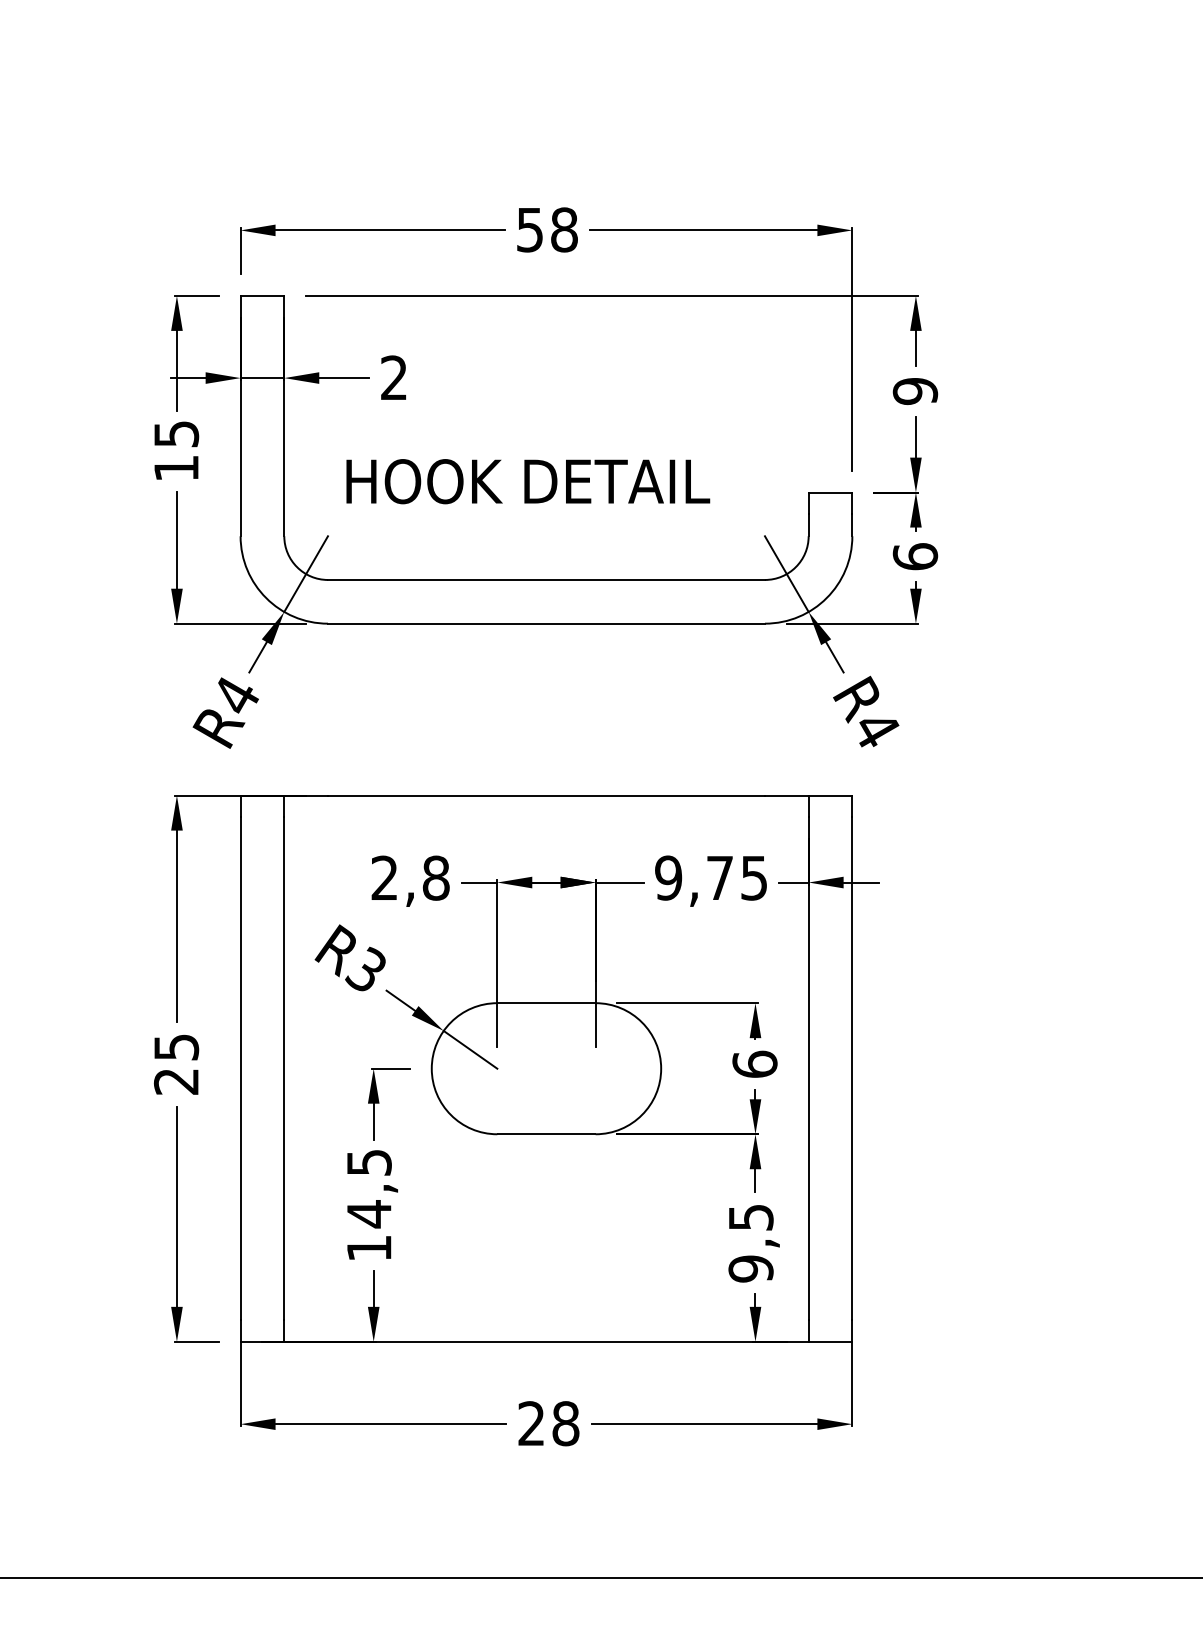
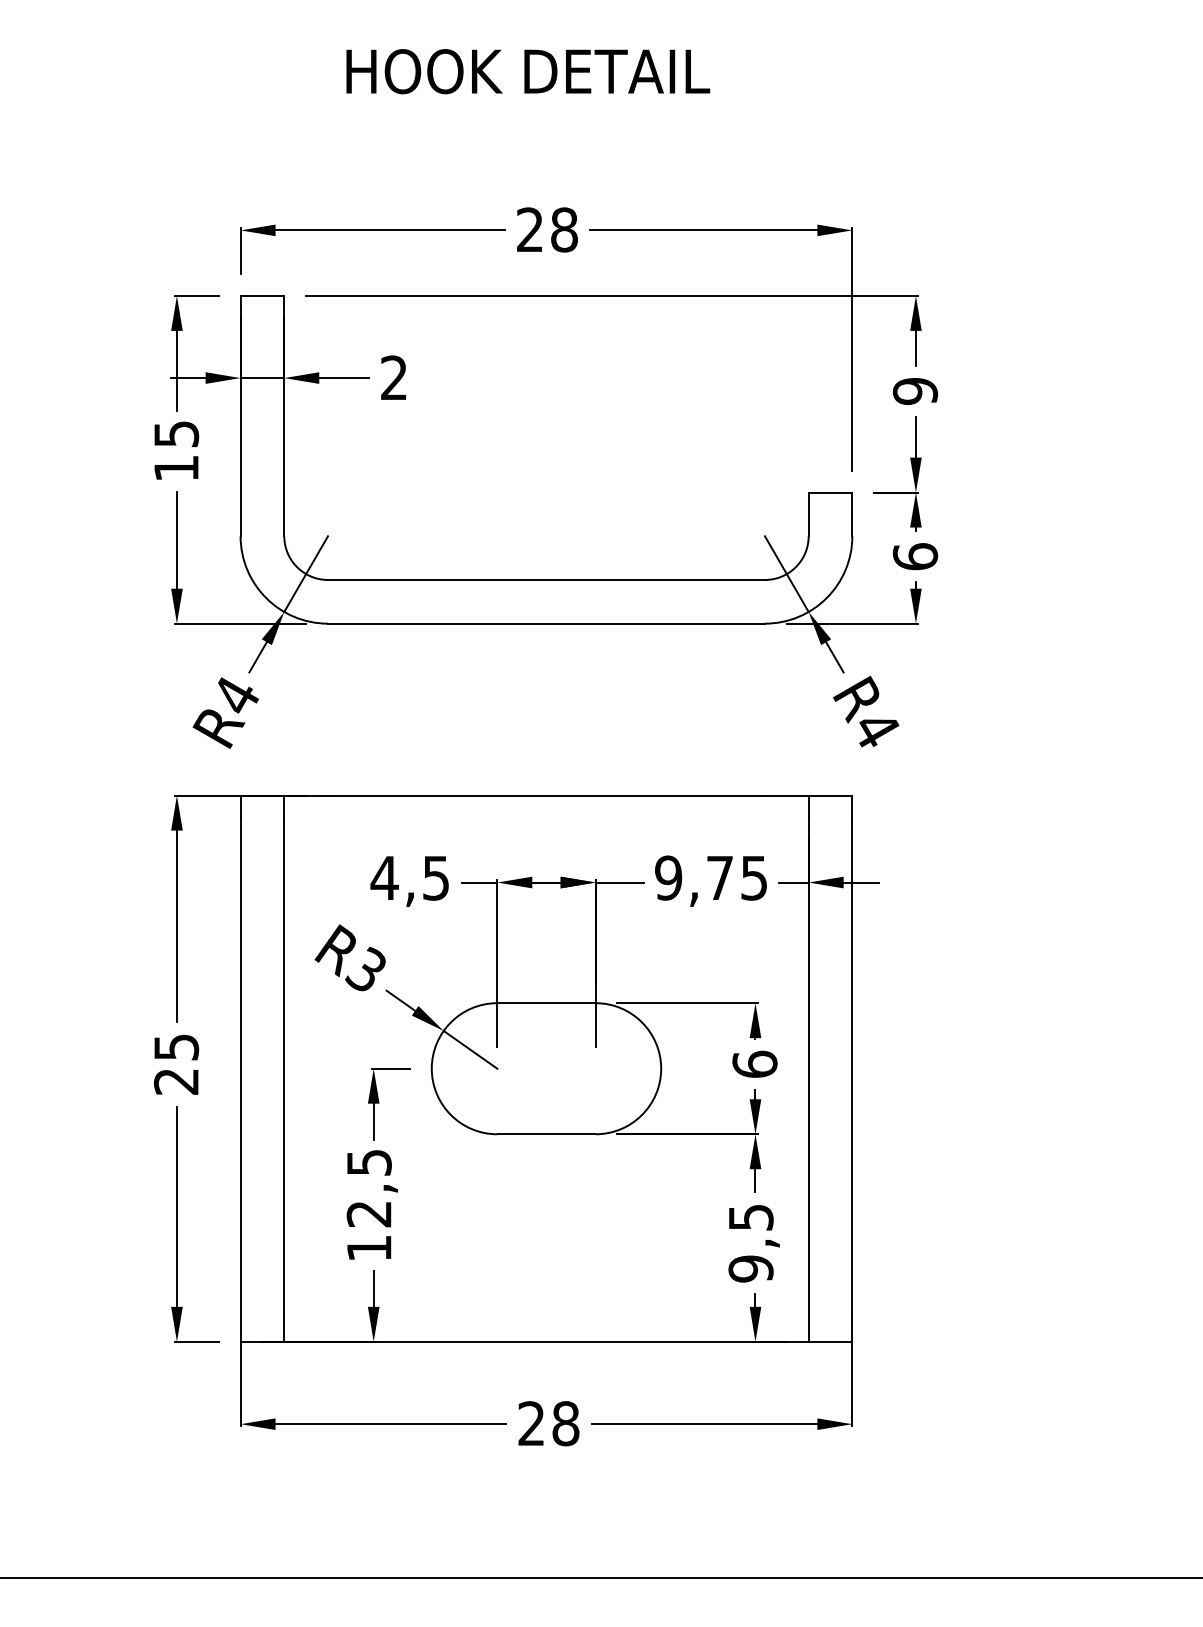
text at (529, 229): 58 -> 28
text at (528, 481) position: (528, 481) -> (528, 71)
text at (409, 877): 2,8 -> 4,5
text at (368, 1214): 14,5 -> 12,5
